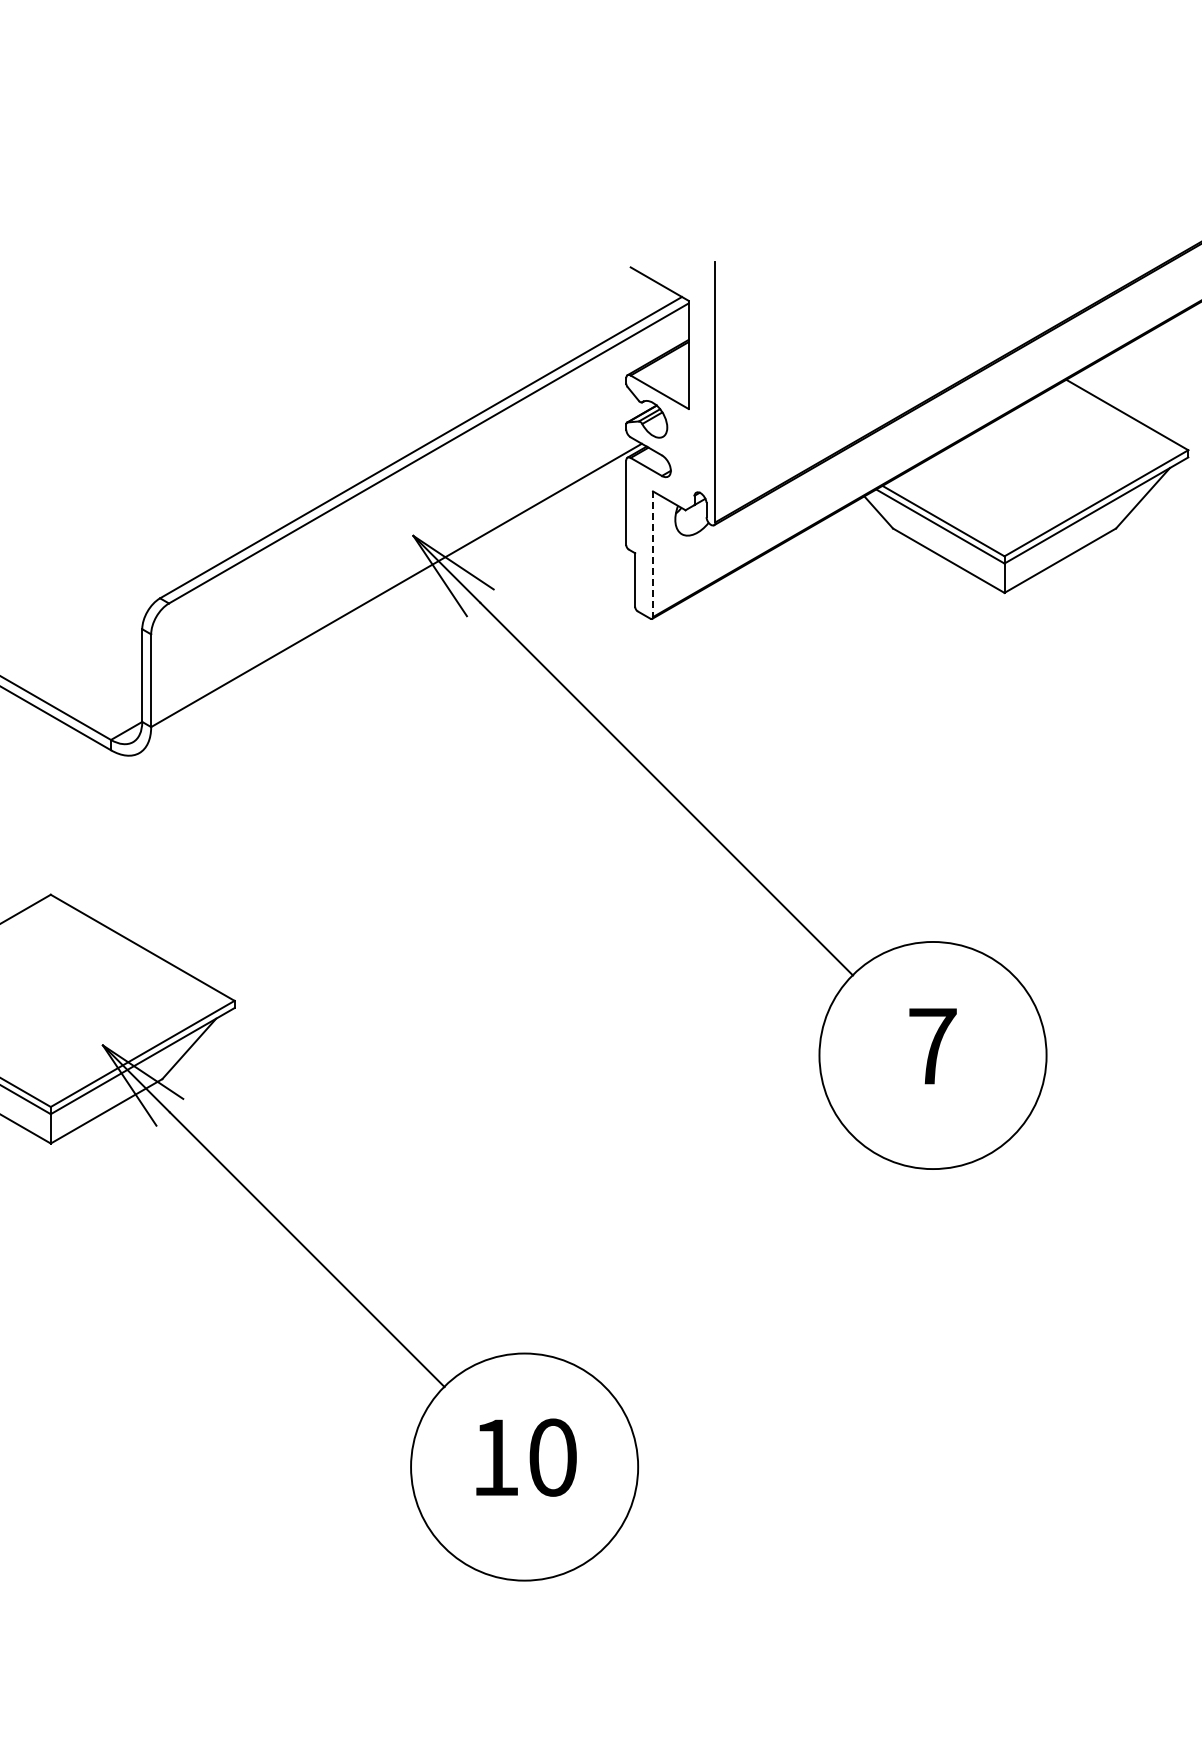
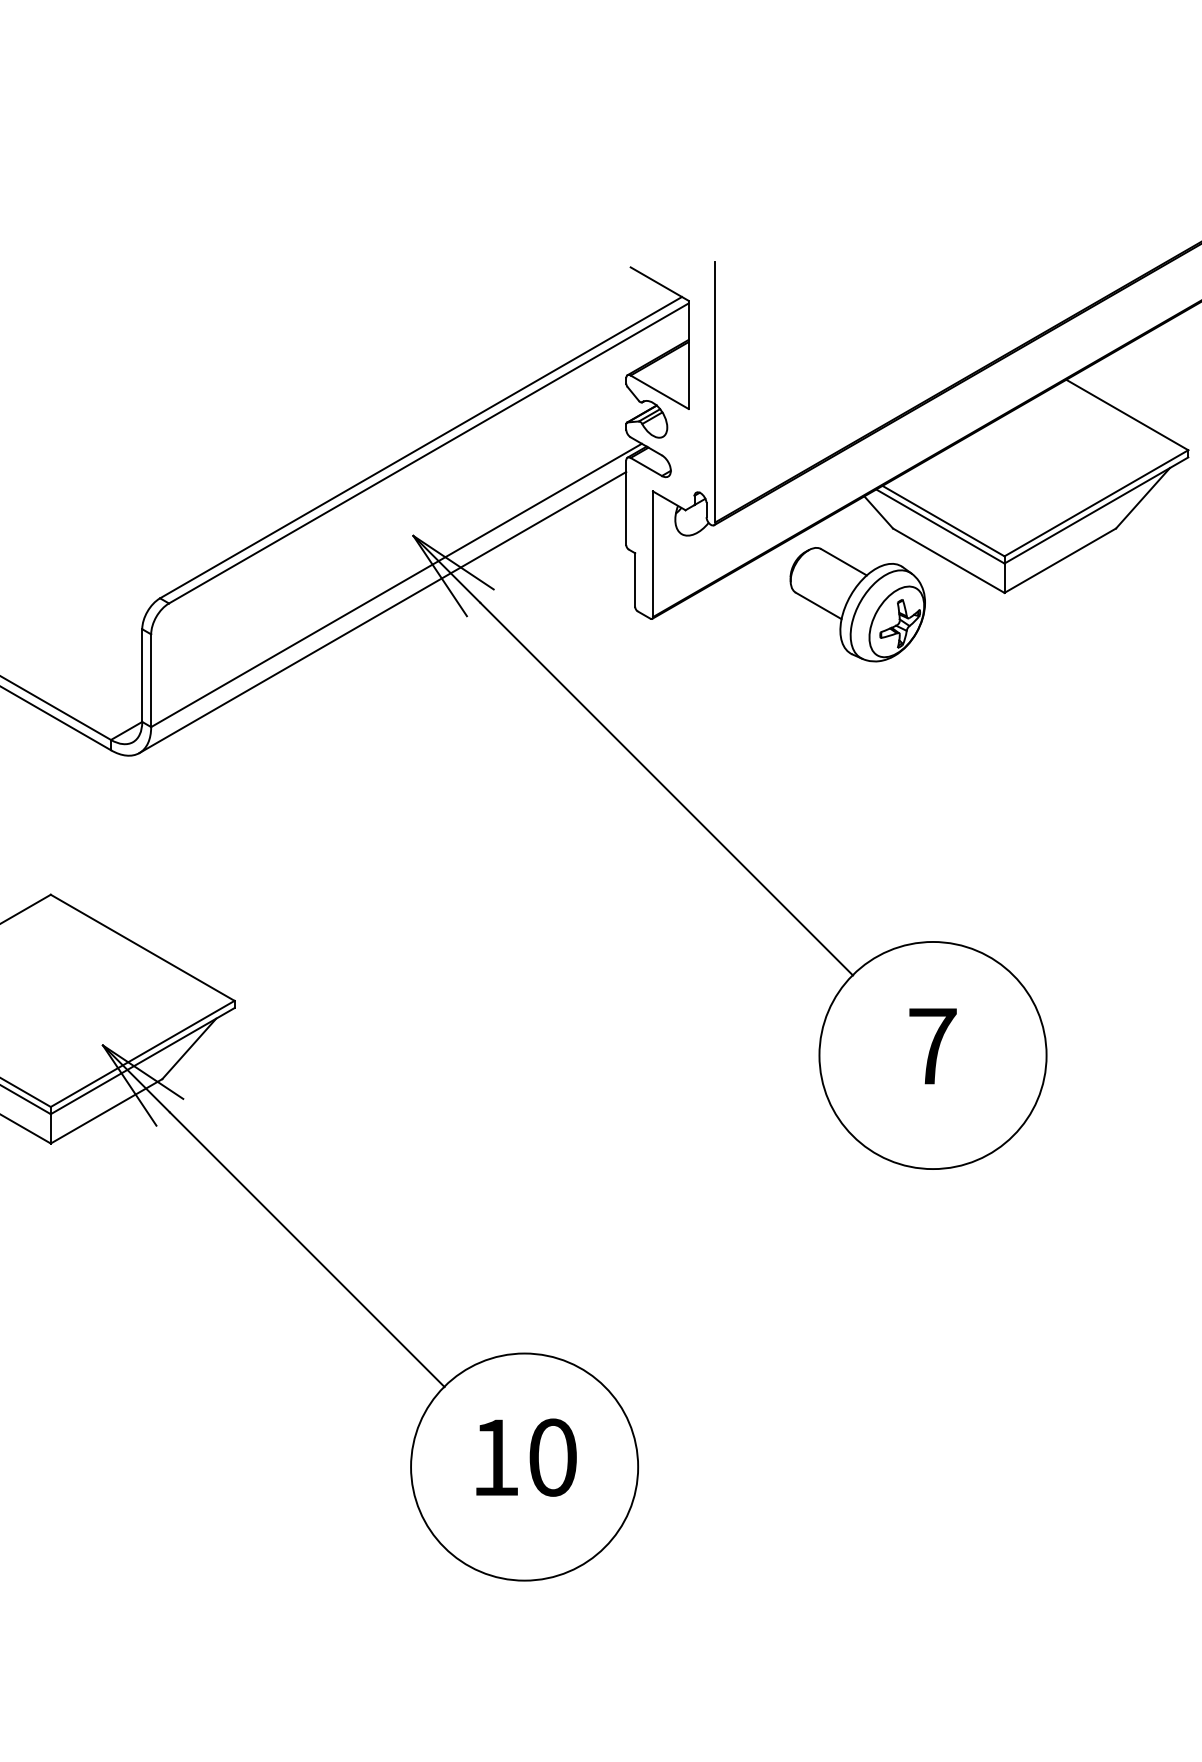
line at (653, 554): dashed -> solid
part at (857, 604): none -> present
line at (382, 612): none -> present
